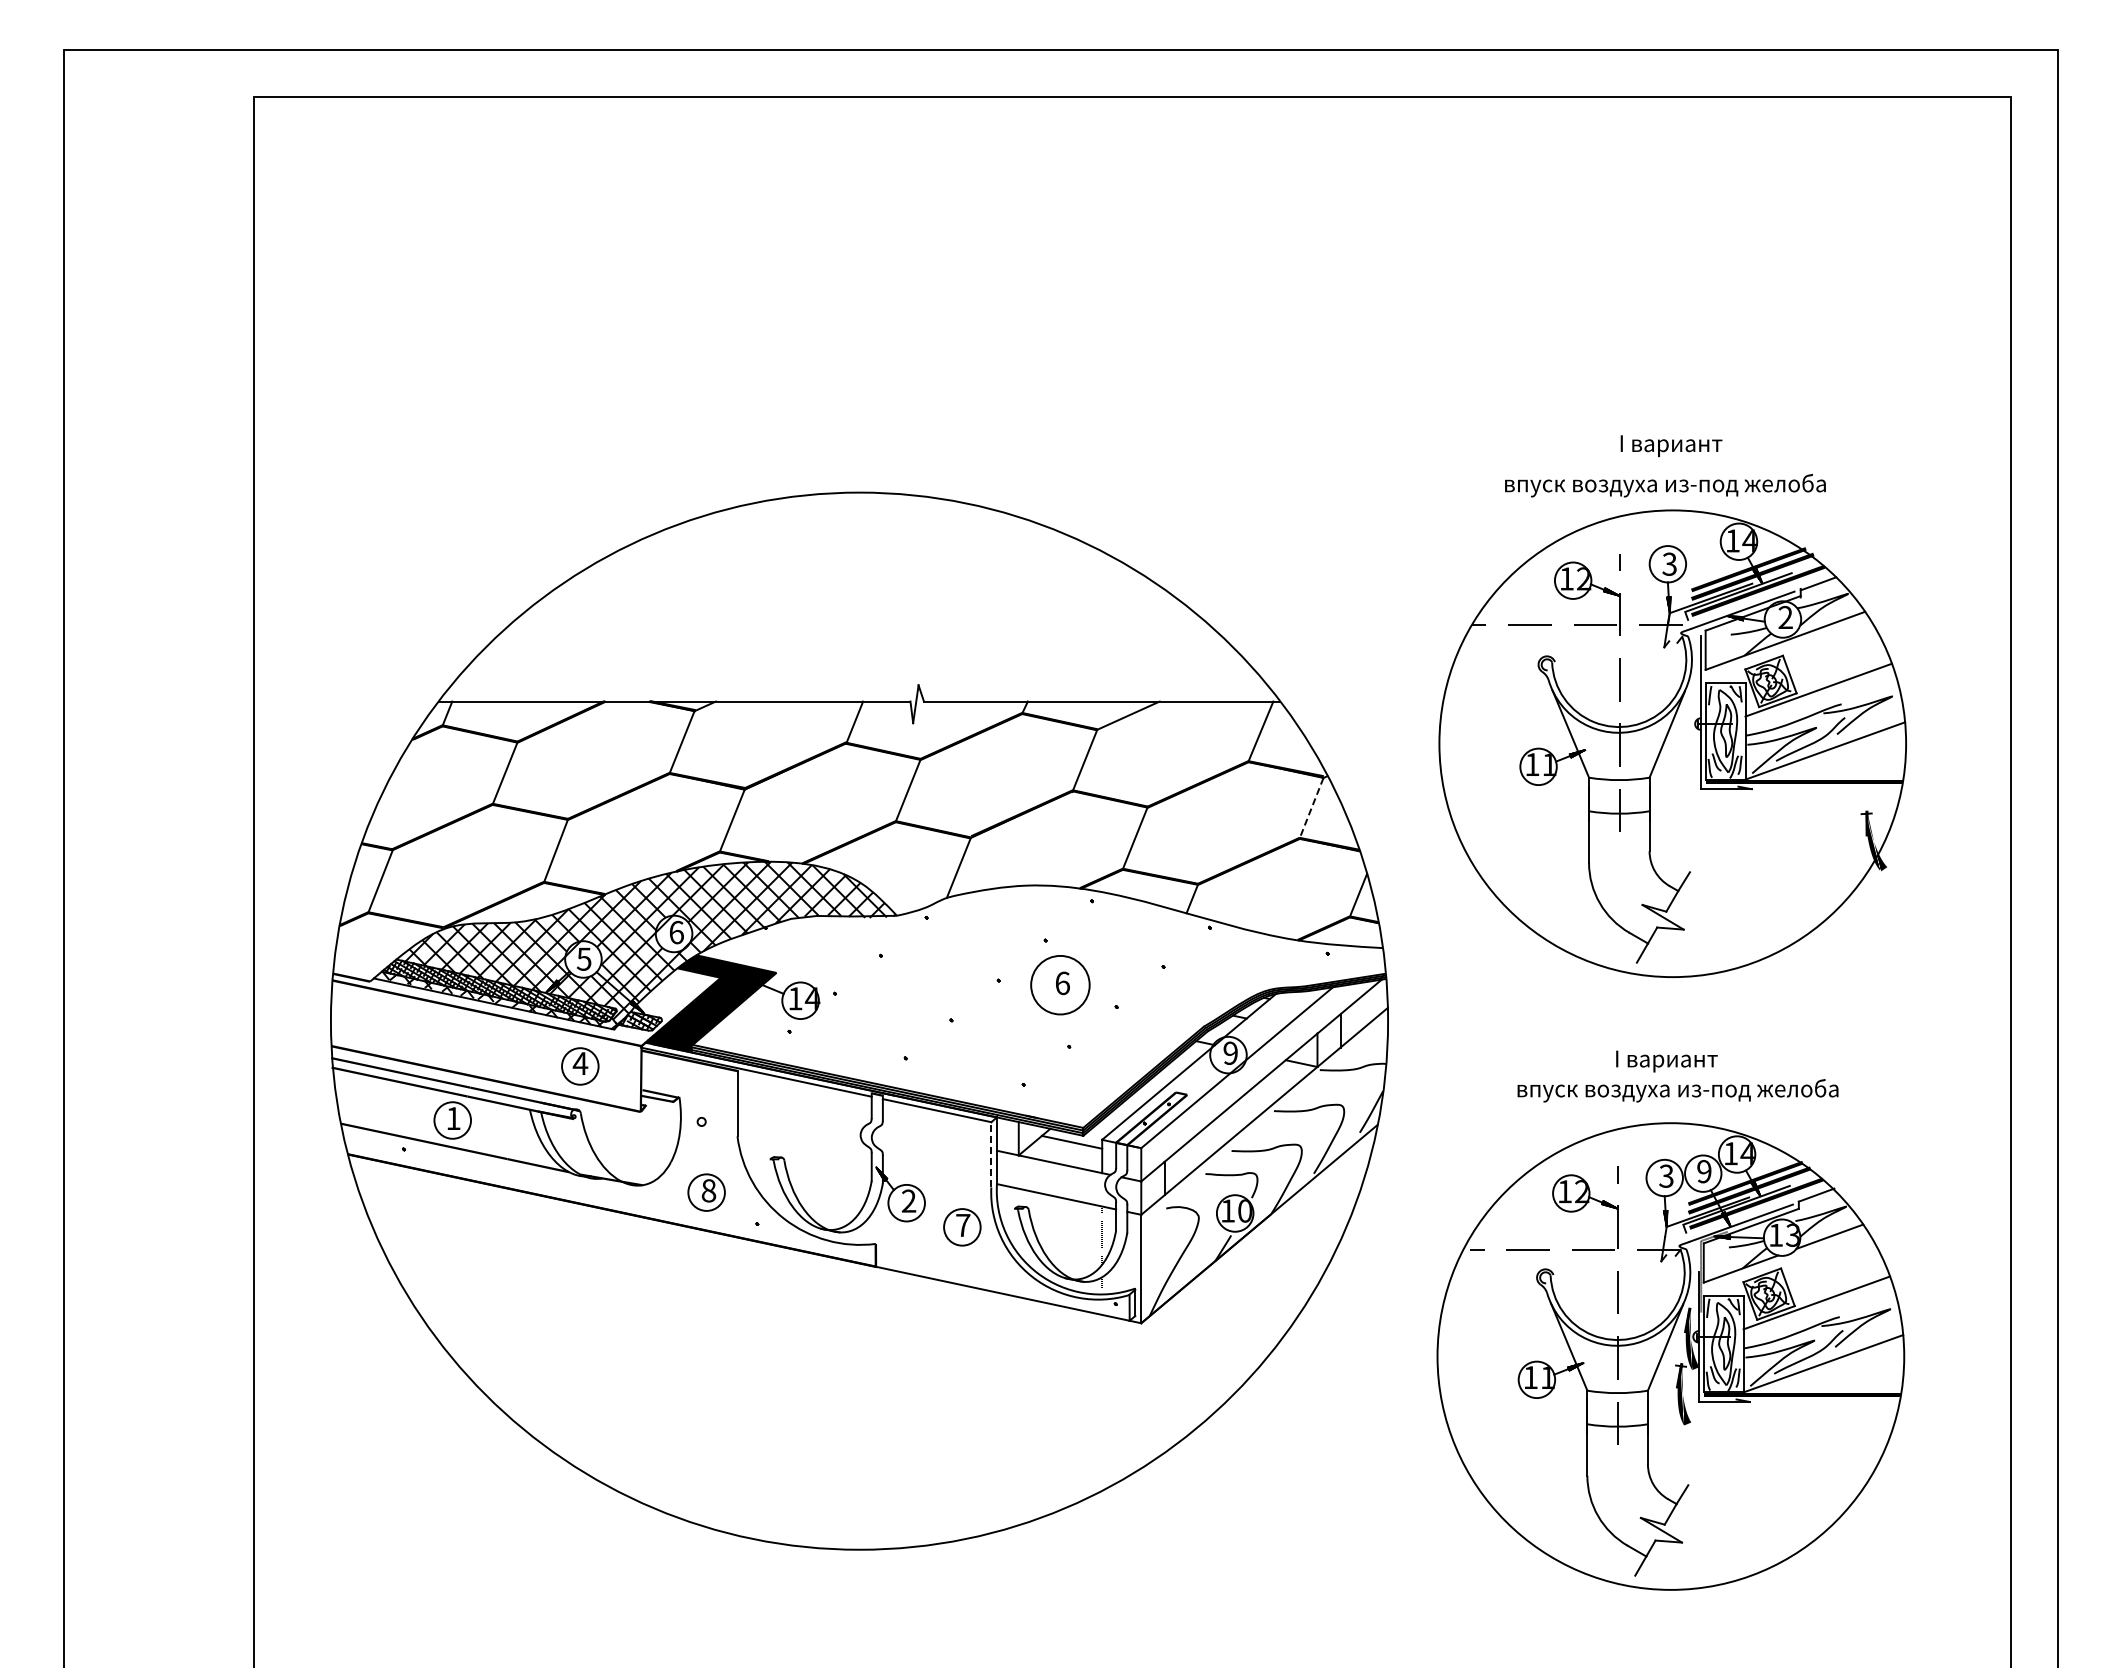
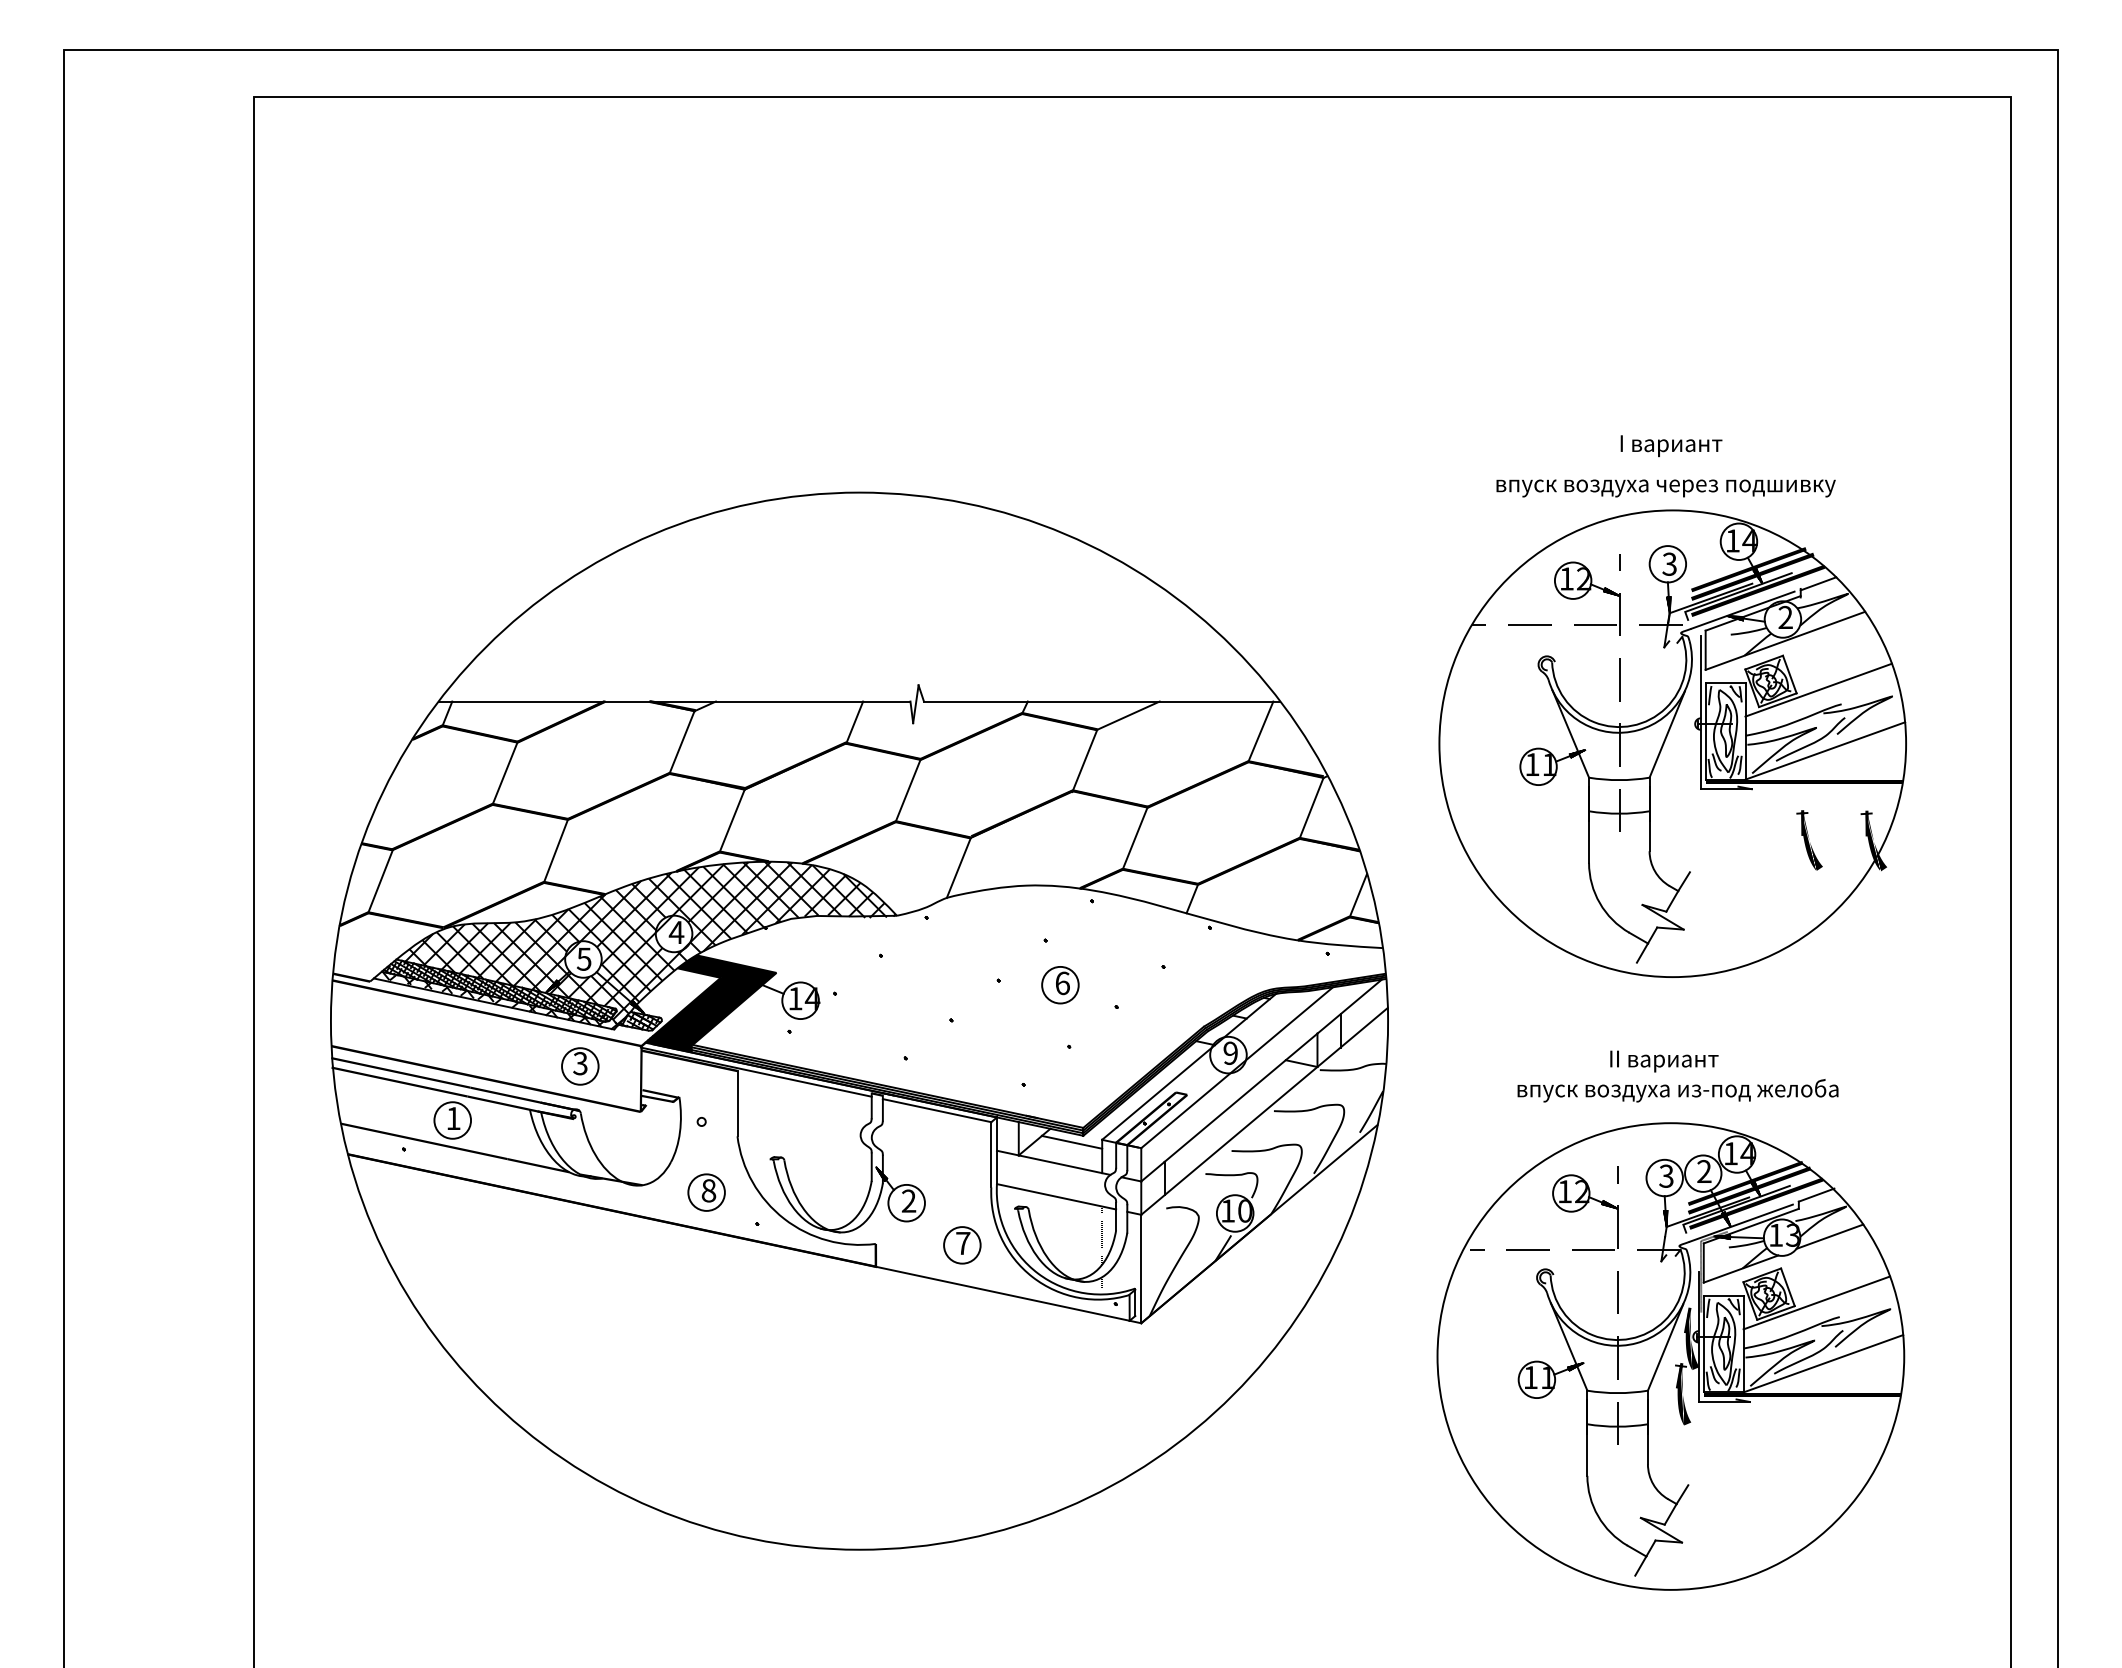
text at (1665, 485): впуск воздуха из-под желоба -> впуск воздуха через подшивку
line at (1311, 808): dashed -> solid
part at (1809, 840): none -> present
text at (676, 932): 6 -> 4
circle at (1060, 984) diameter: 59 px -> 37 px
text at (1664, 1061): I вариант -> II вариант
text at (580, 1063): 4 -> 3
line at (991, 1154): dashed -> solid
text at (1704, 1171): 9 -> 2
part at (962, 1227) position: (962, 1227) -> (962, 1245)
